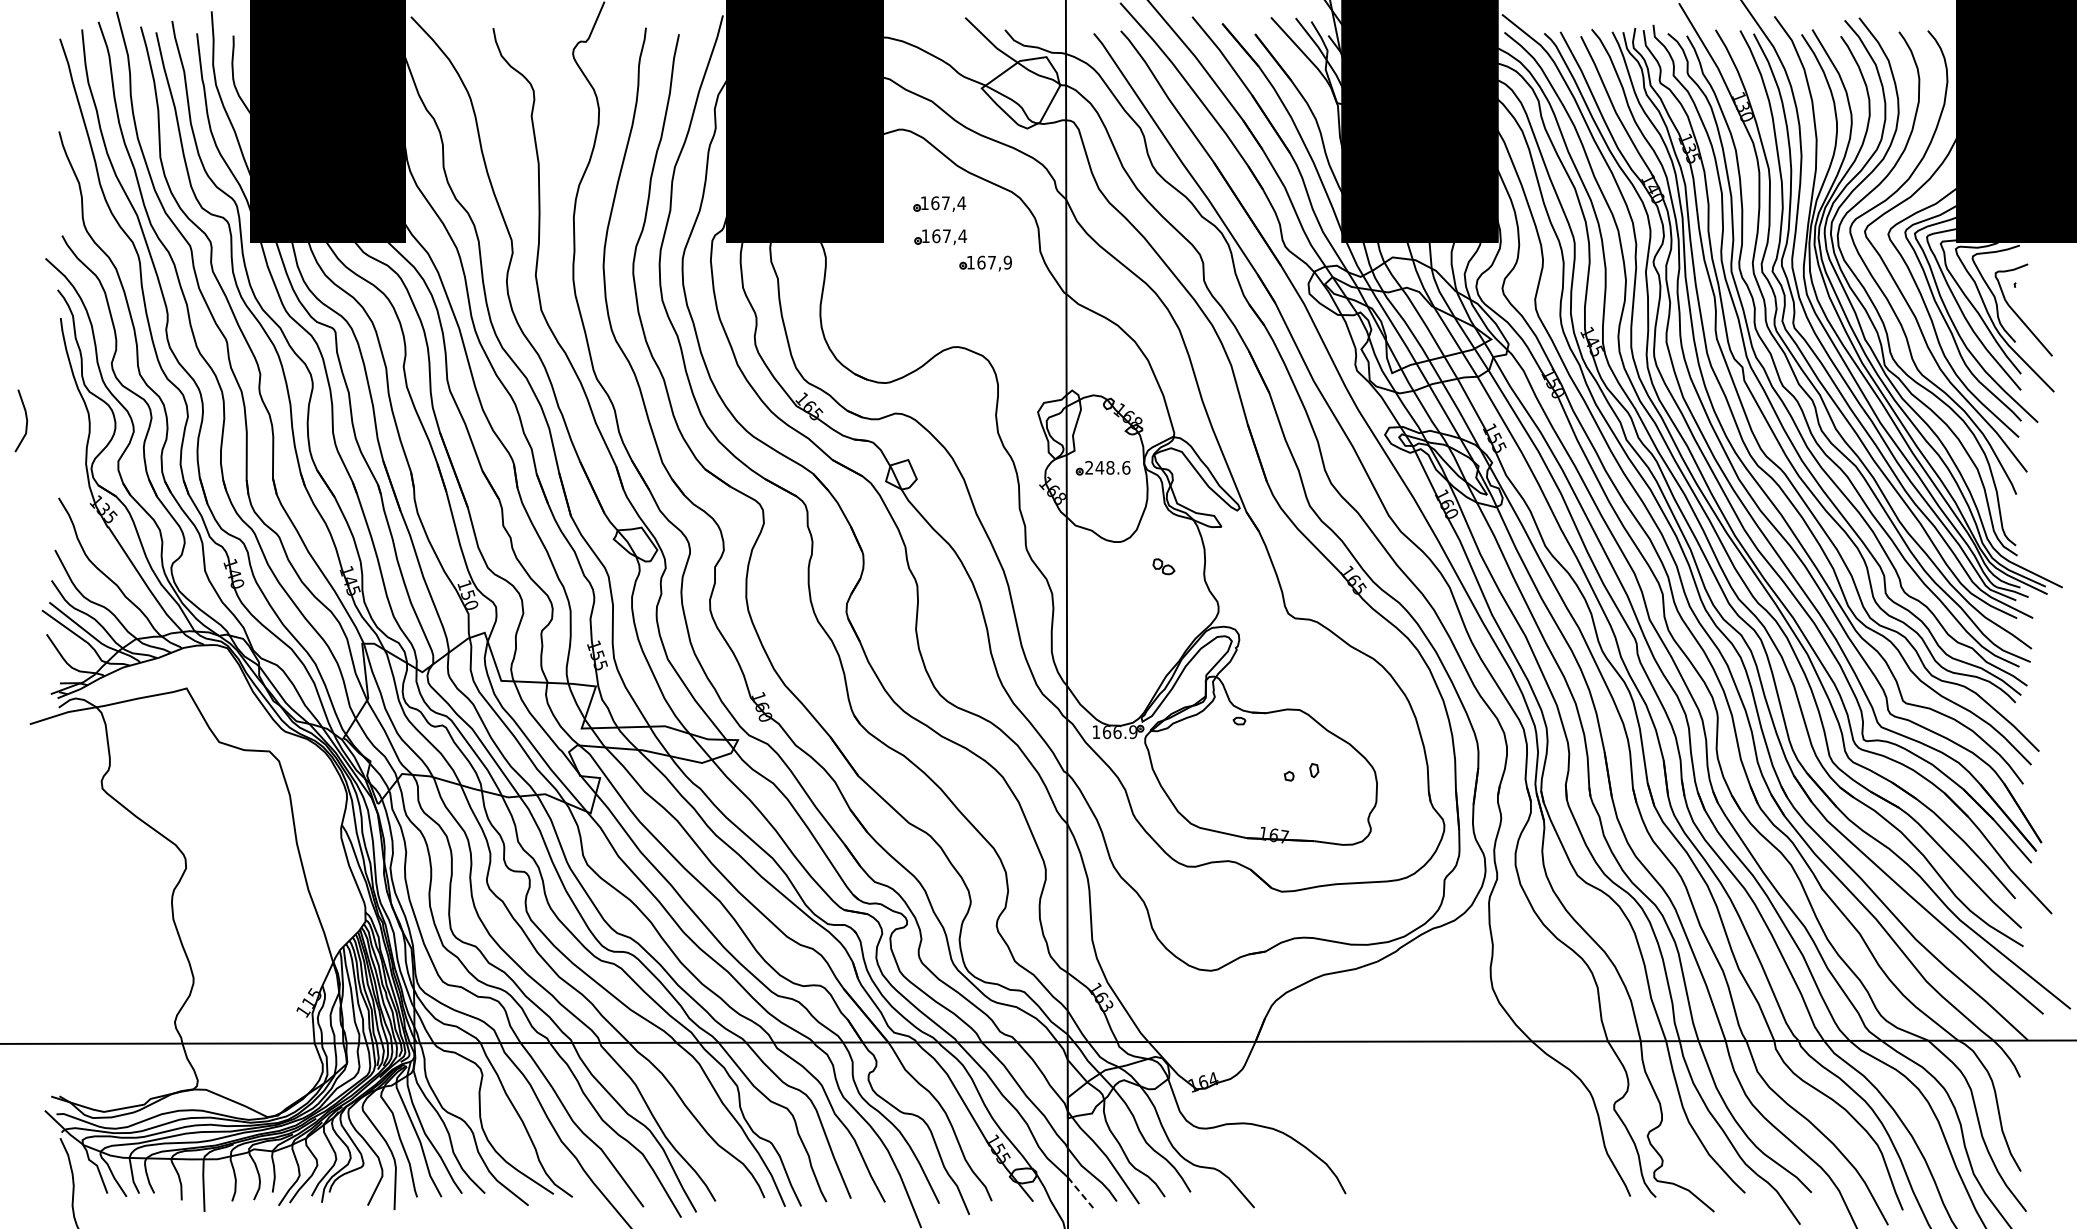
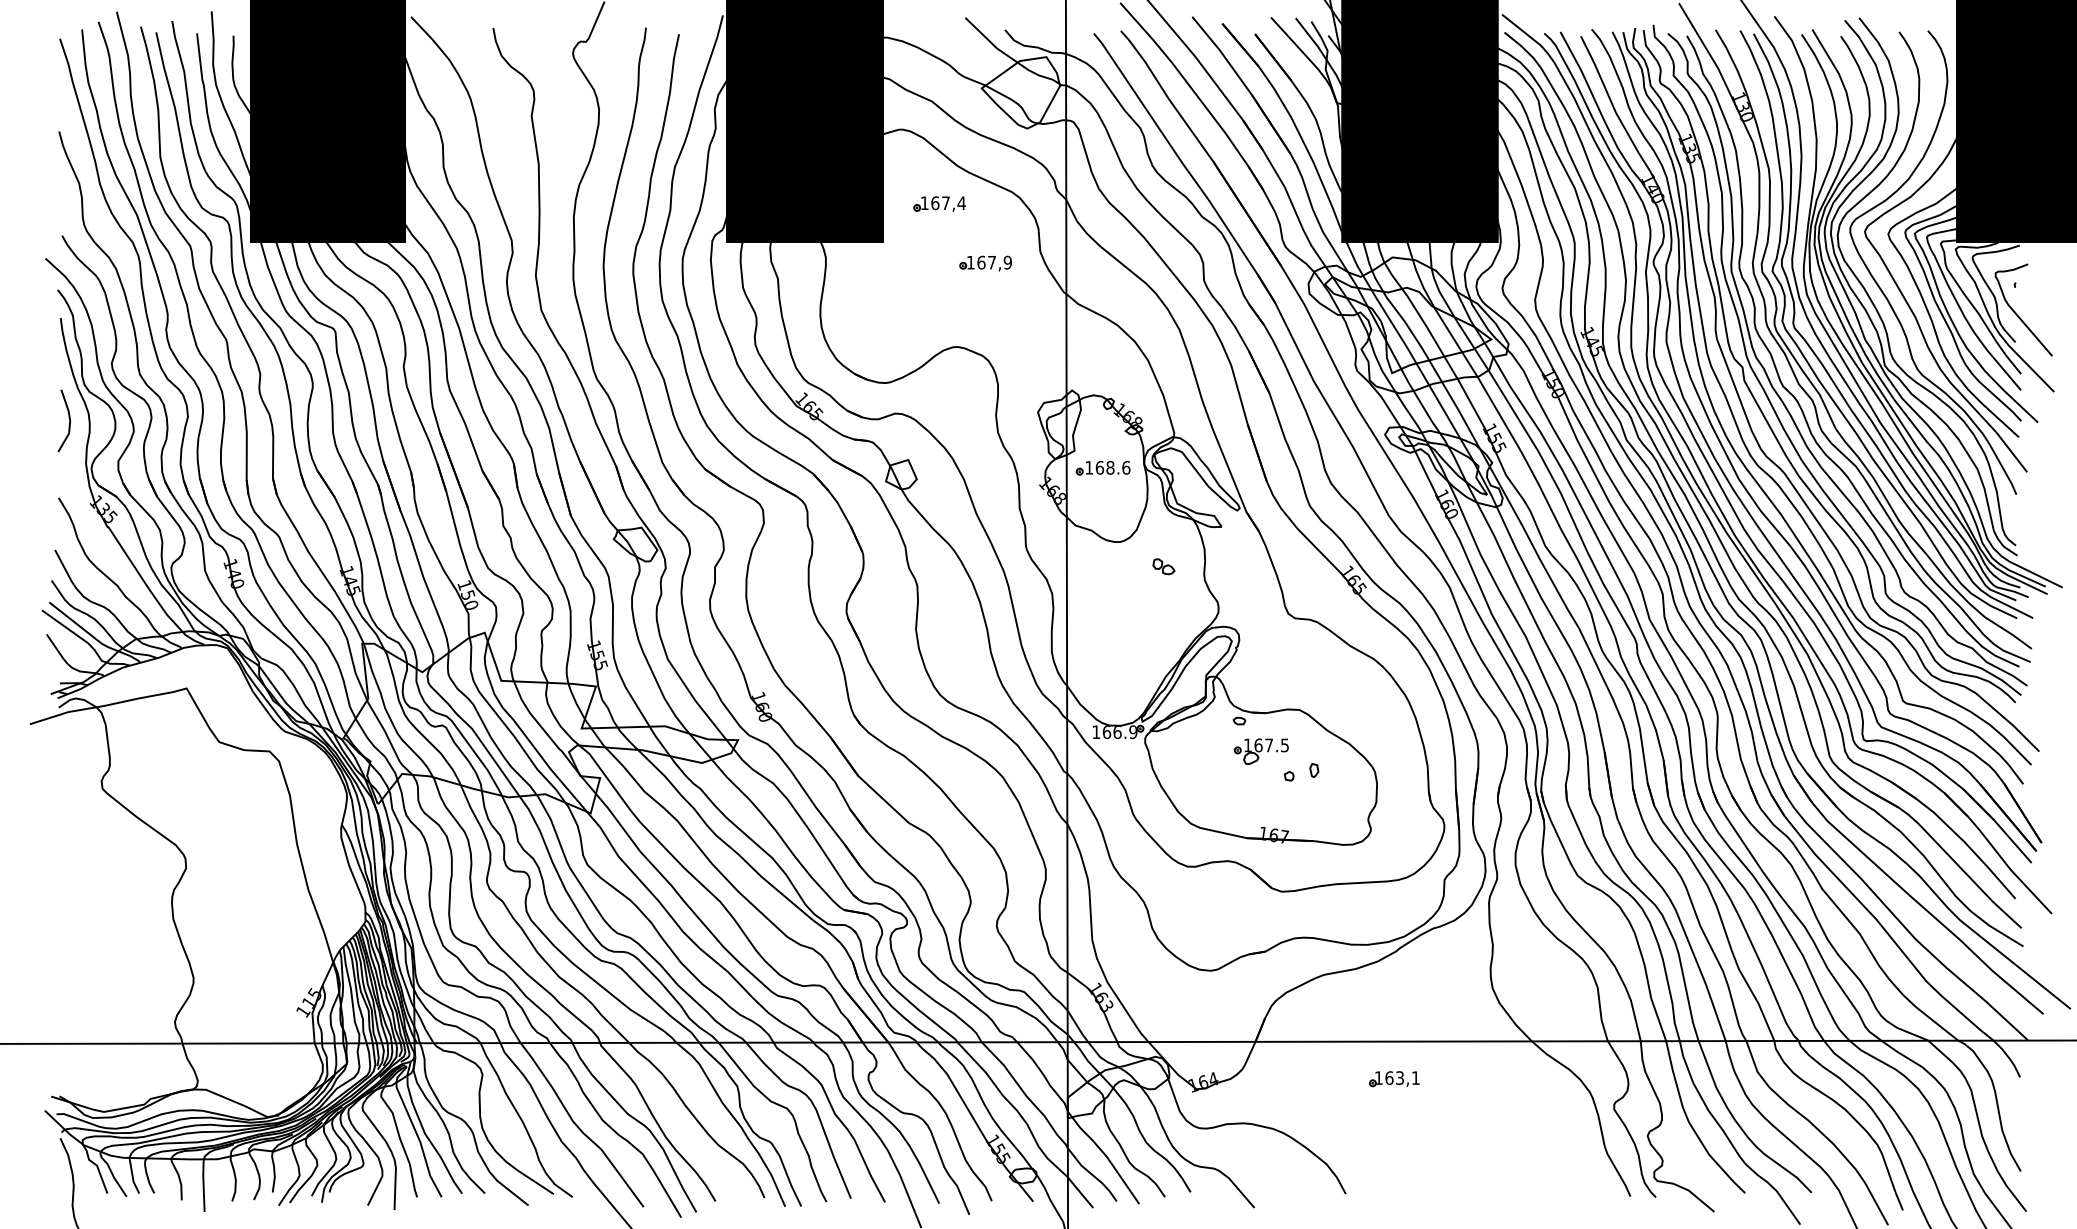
part at (940, 236): present -> none
line at (25, 418) position: (25, 418) -> (68, 418)
text at (1094, 467): 248.6 -> 168.6
part at (1260, 751): none -> present
part at (1394, 1079): none -> present
line at (1080, 1192): dashed -> solid
